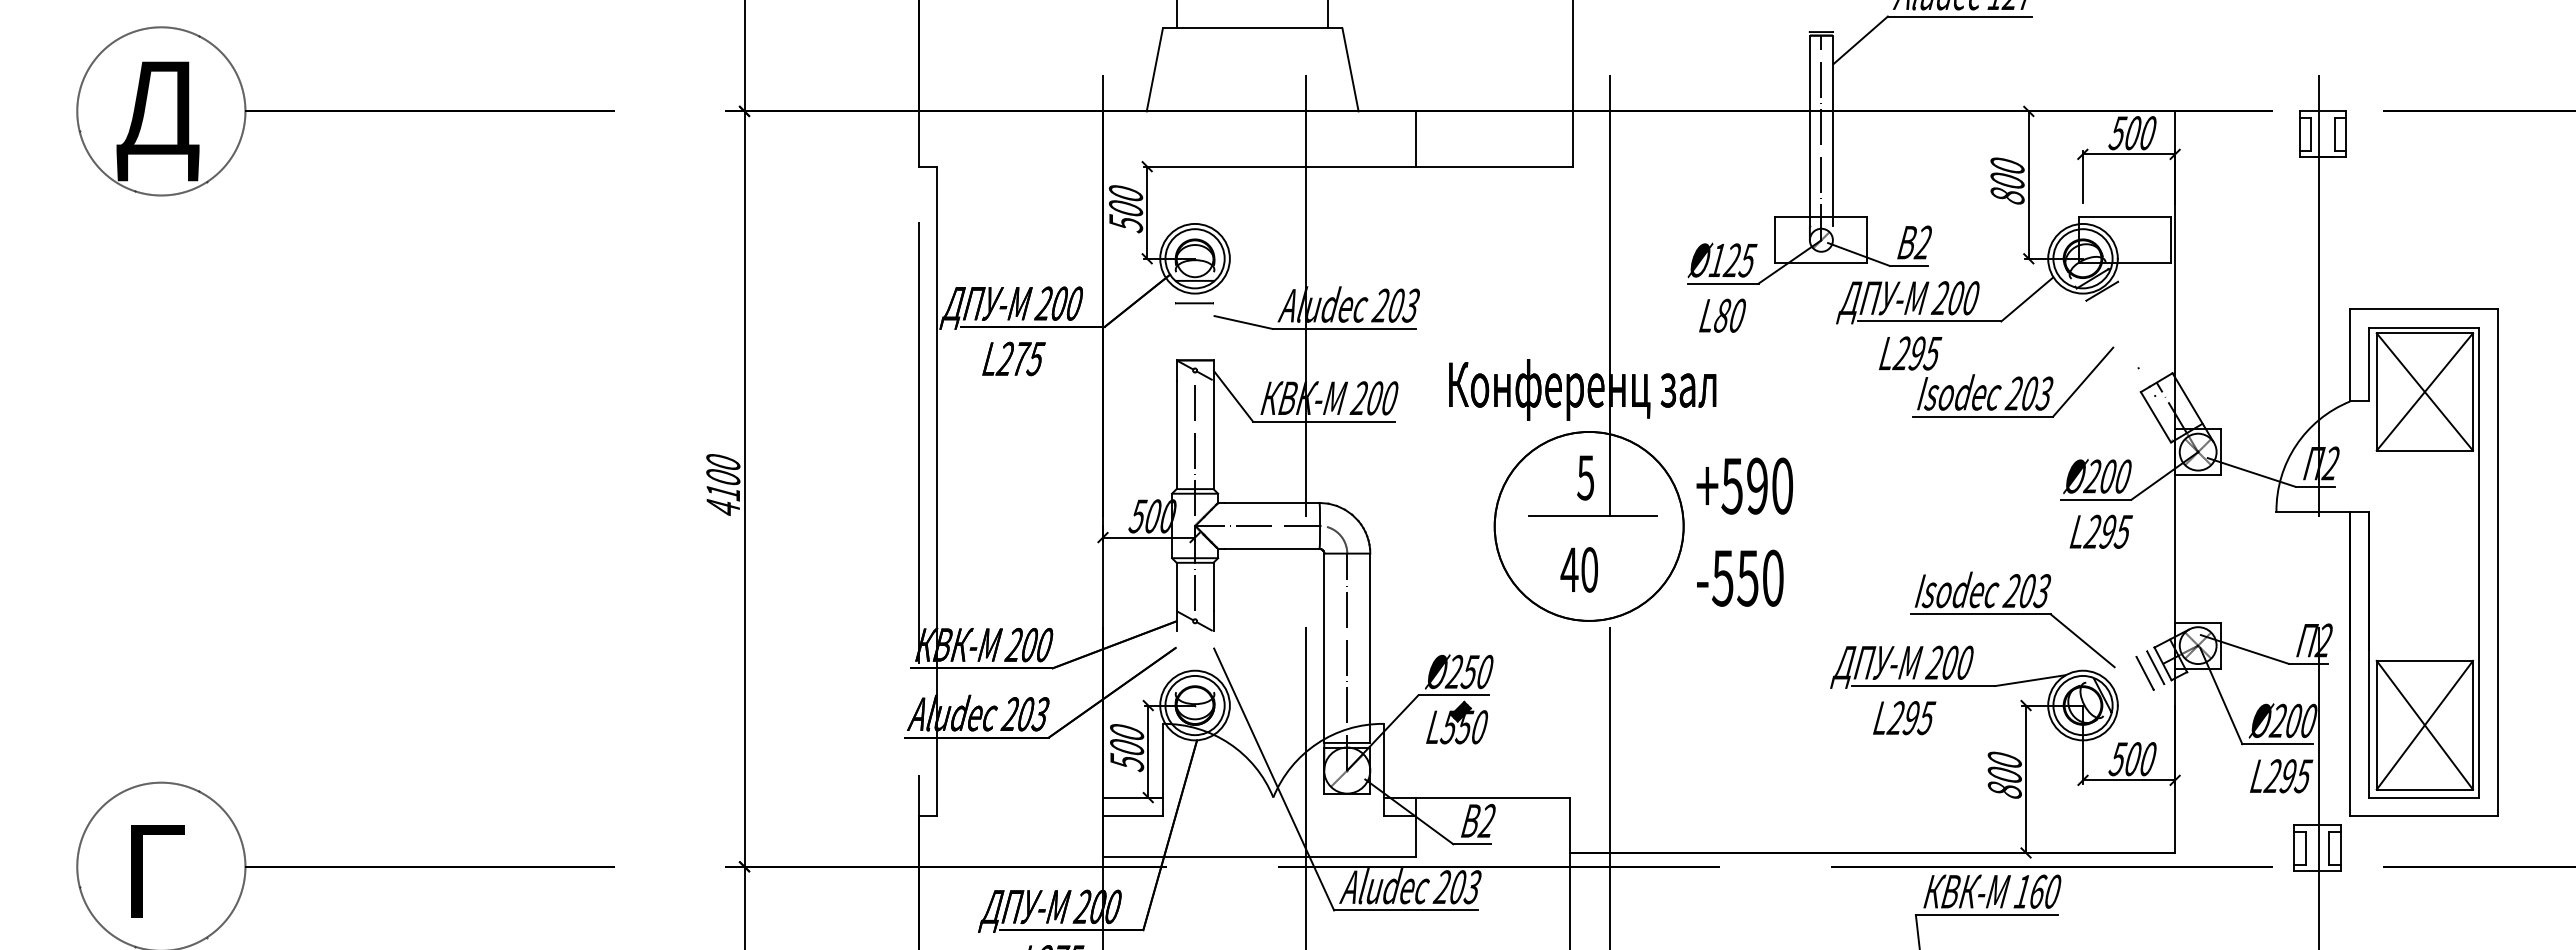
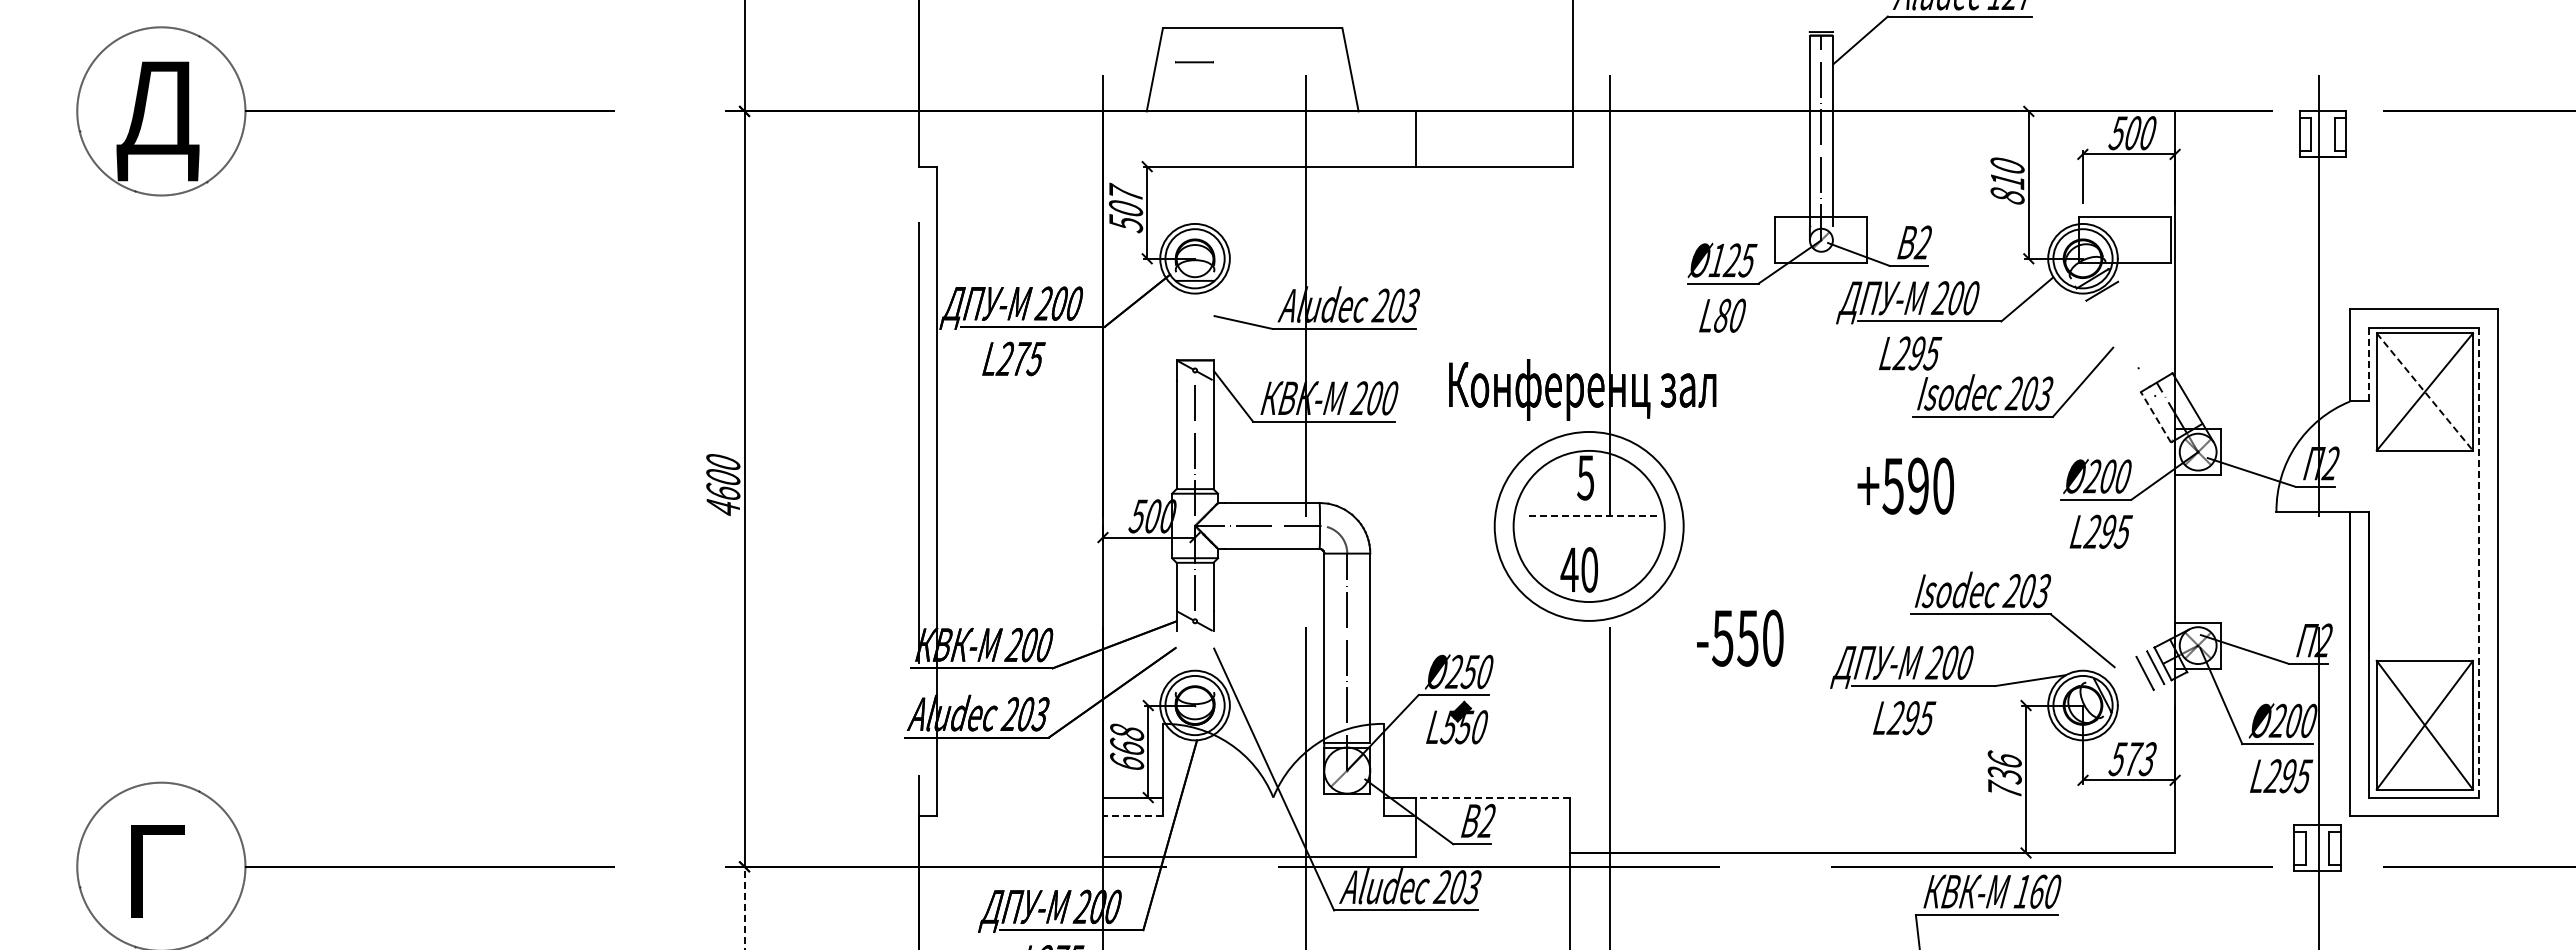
line at (1177, 15): present -> none
line at (1328, 15): present -> none
text at (2007, 180): 800 -> 810
text at (1125, 191): 500 -> 507
line at (1194, 303) position: (1194, 303) -> (1194, 62)
line at (2368, 364): solid -> dashed
line at (2424, 392): solid -> dashed
line at (2155, 416): solid -> dashed
text at (1744, 485) position: (1744, 485) -> (1905, 485)
text at (723, 491): 4100 -> 4600
line at (1593, 515): solid -> dashed
circle at (1588, 525) diameter: 189 px -> 151 px
line at (2479, 562): solid -> dashed
text at (1740, 577) position: (1740, 577) -> (1740, 637)
text at (1127, 747): 500 -> 668
text at (2140, 759): 500 -> 573
text at (2004, 774): 800 -> 736
line at (1492, 797): solid -> dashed
line at (1132, 816): solid -> dashed
line at (744, 907): solid -> dashed
